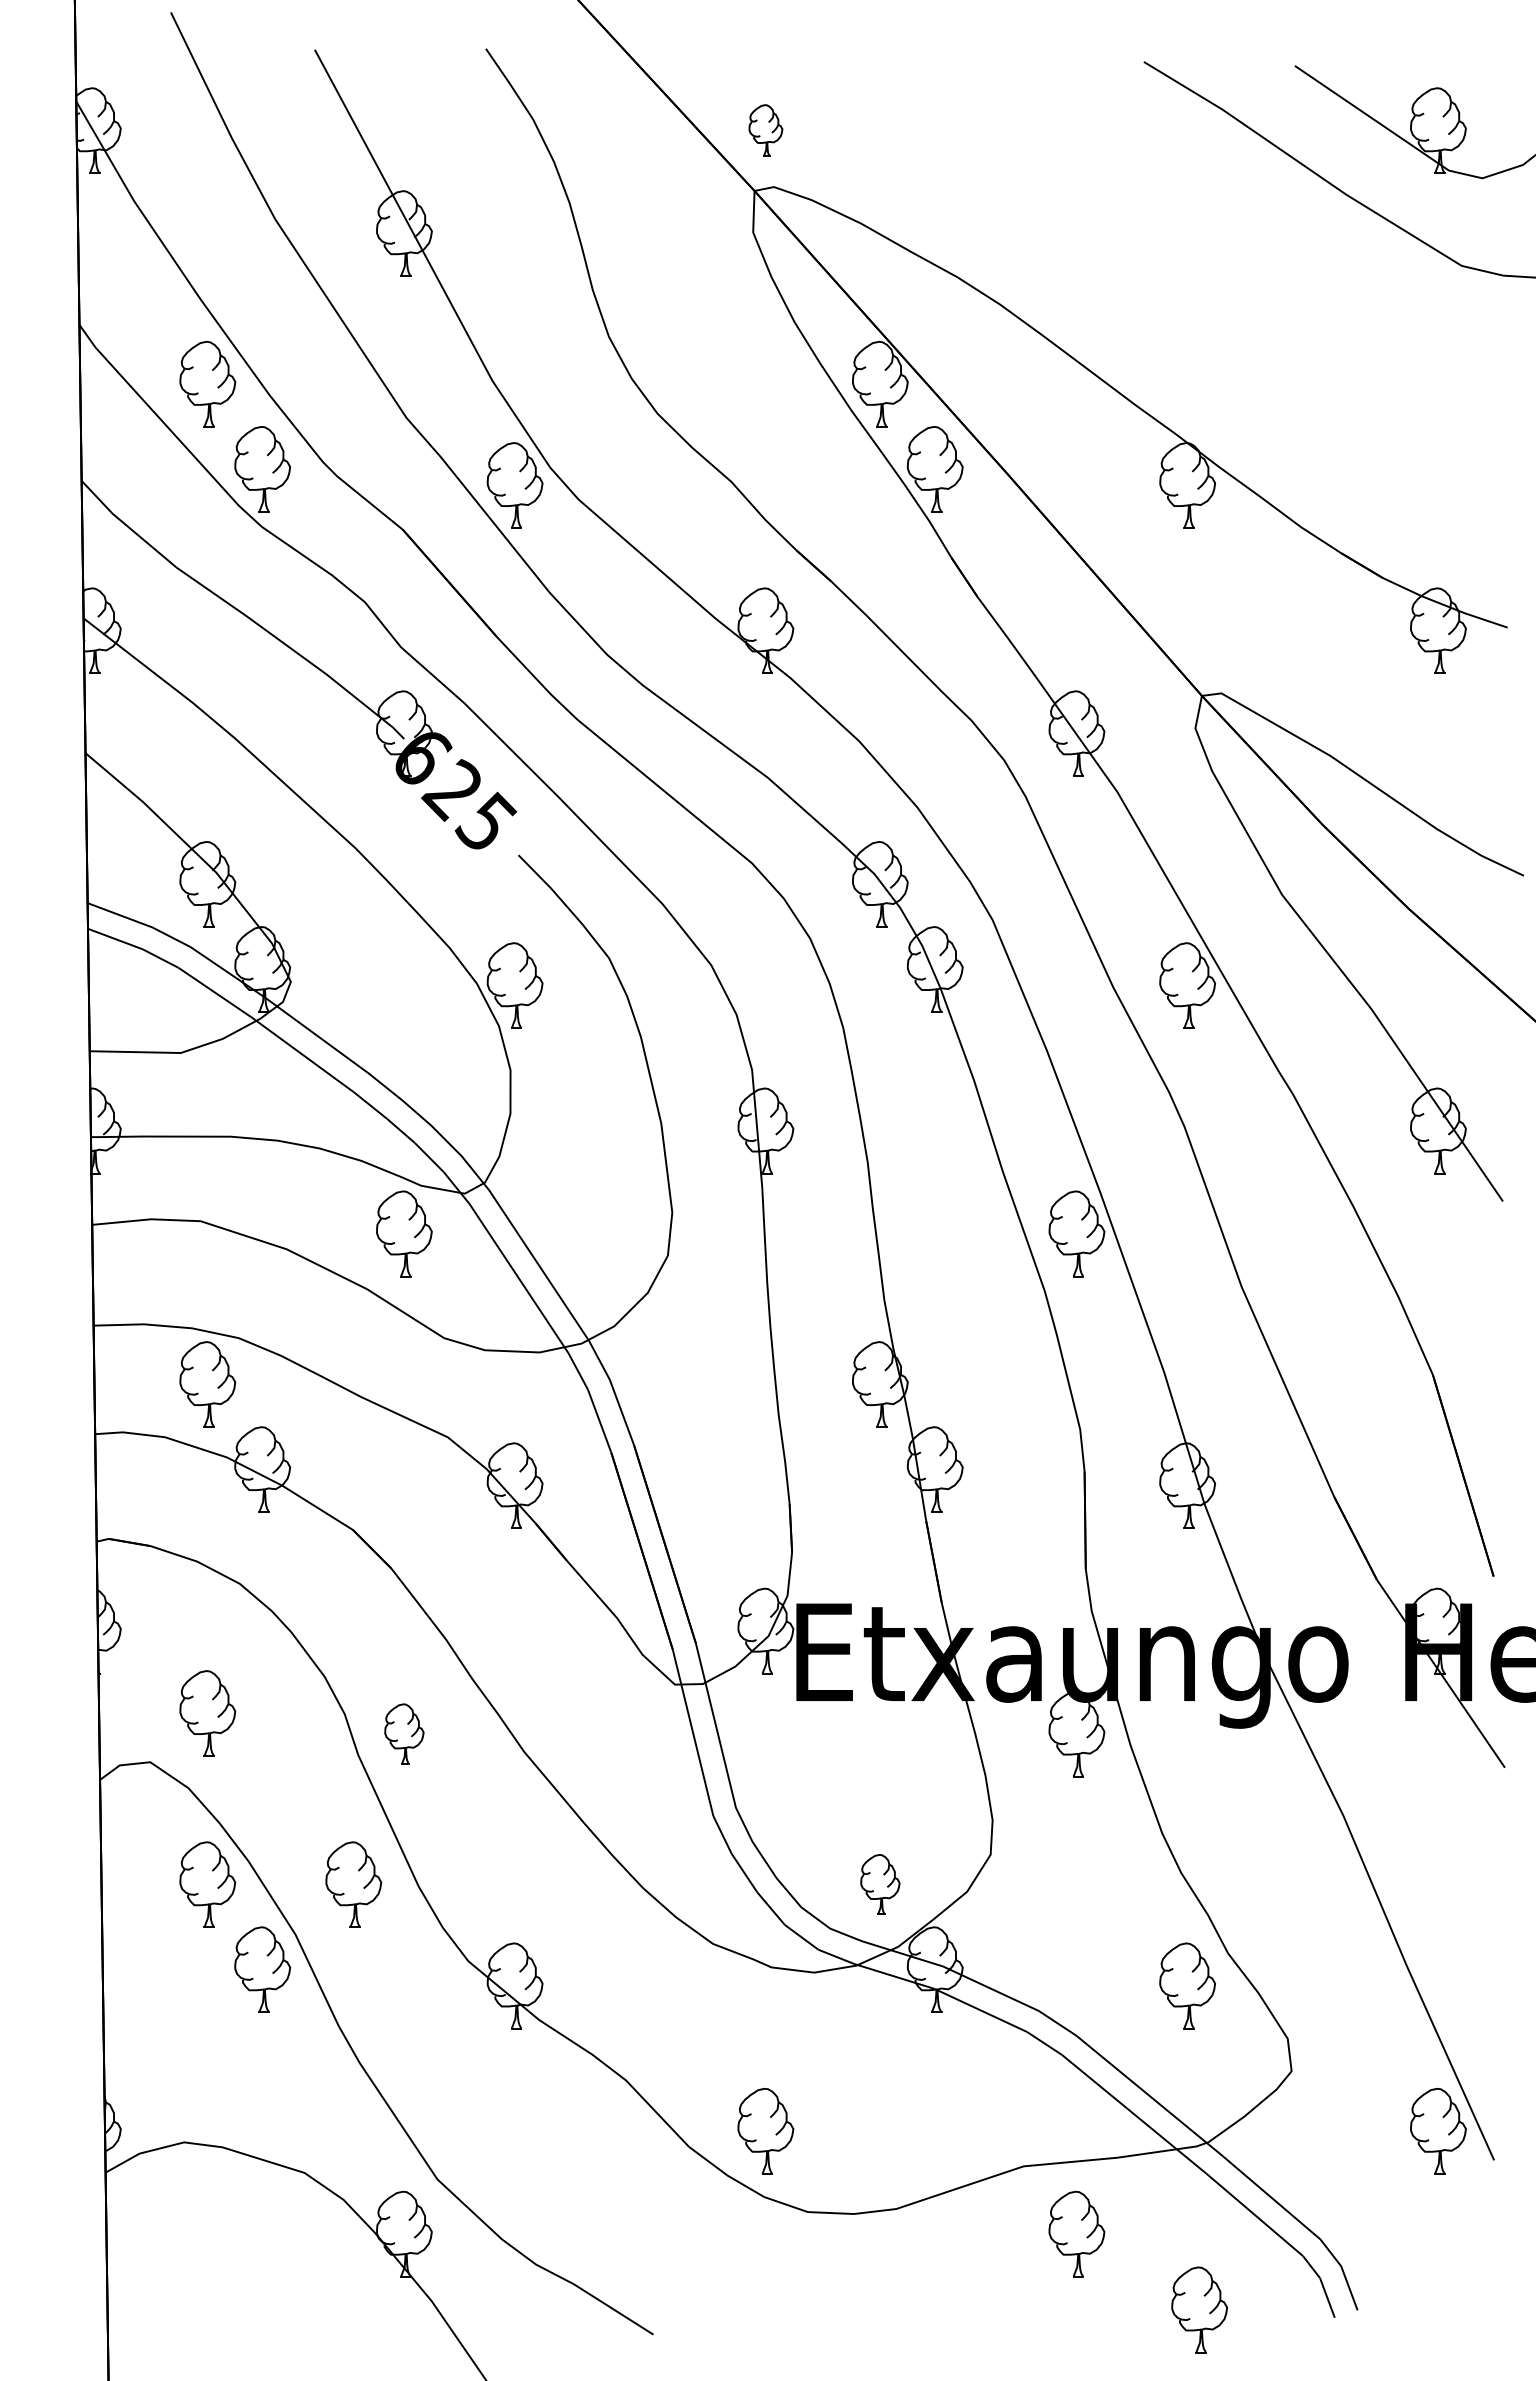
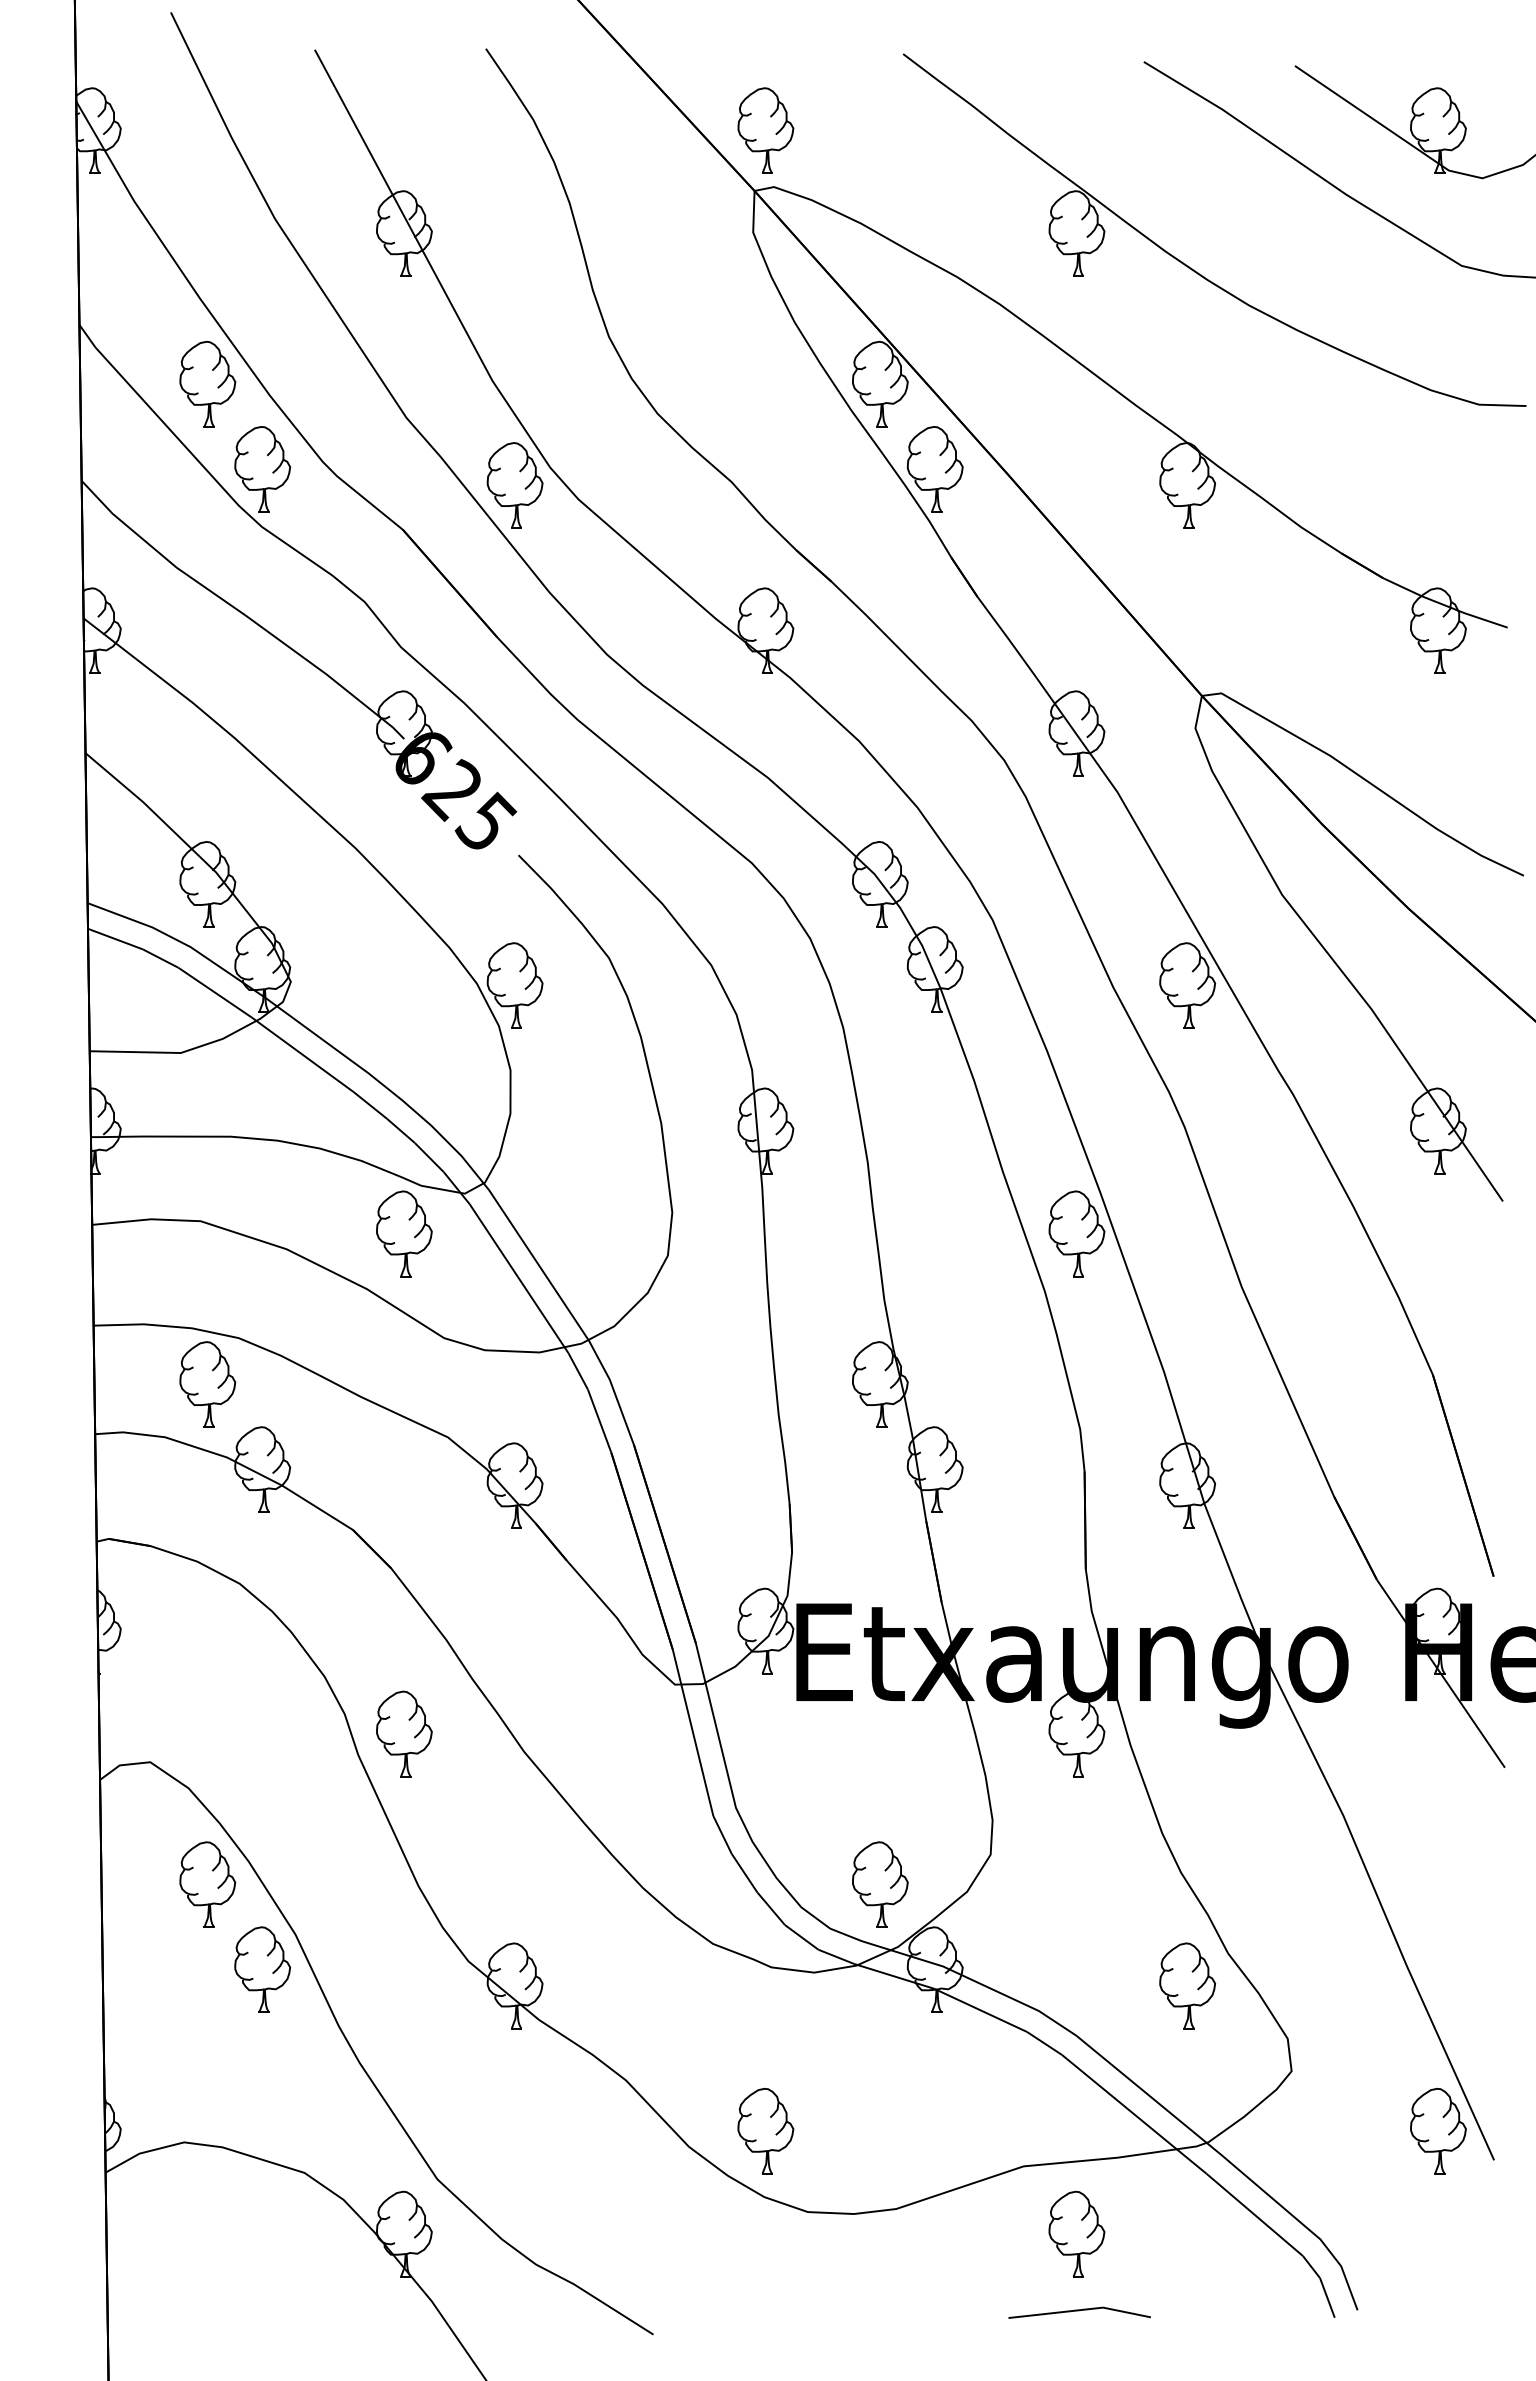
part at (765, 130) size: 36x53 px -> 58x87 px
part at (1188, 265): none -> present
part at (207, 1713): present -> none
part at (404, 1733) size: 41x62 px -> 57x88 px
part at (353, 1884): present -> none
part at (880, 1884) size: 41x61 px -> 57x87 px
part at (1199, 2309): present -> none
line at (1079, 2311): none -> present
